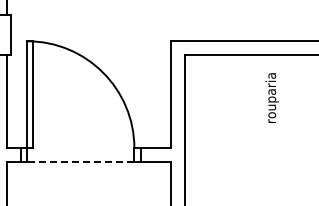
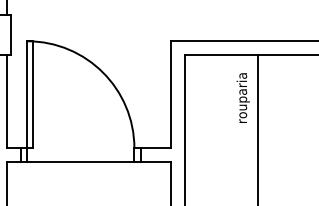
text at (271, 97) position: (271, 97) -> (242, 97)
line at (258, 128): none -> present
line at (80, 161): dashed -> solid
